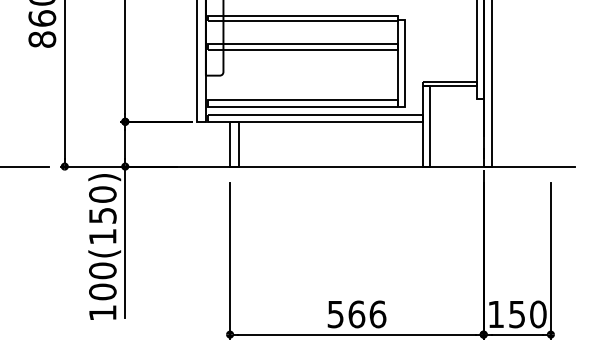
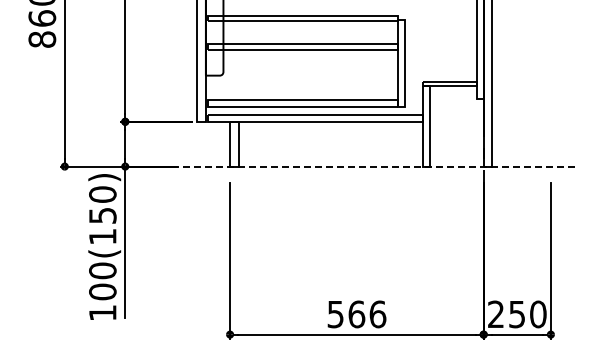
line at (25, 166): present -> none
line at (351, 166): solid -> dashed
text at (495, 313): 150 -> 250
